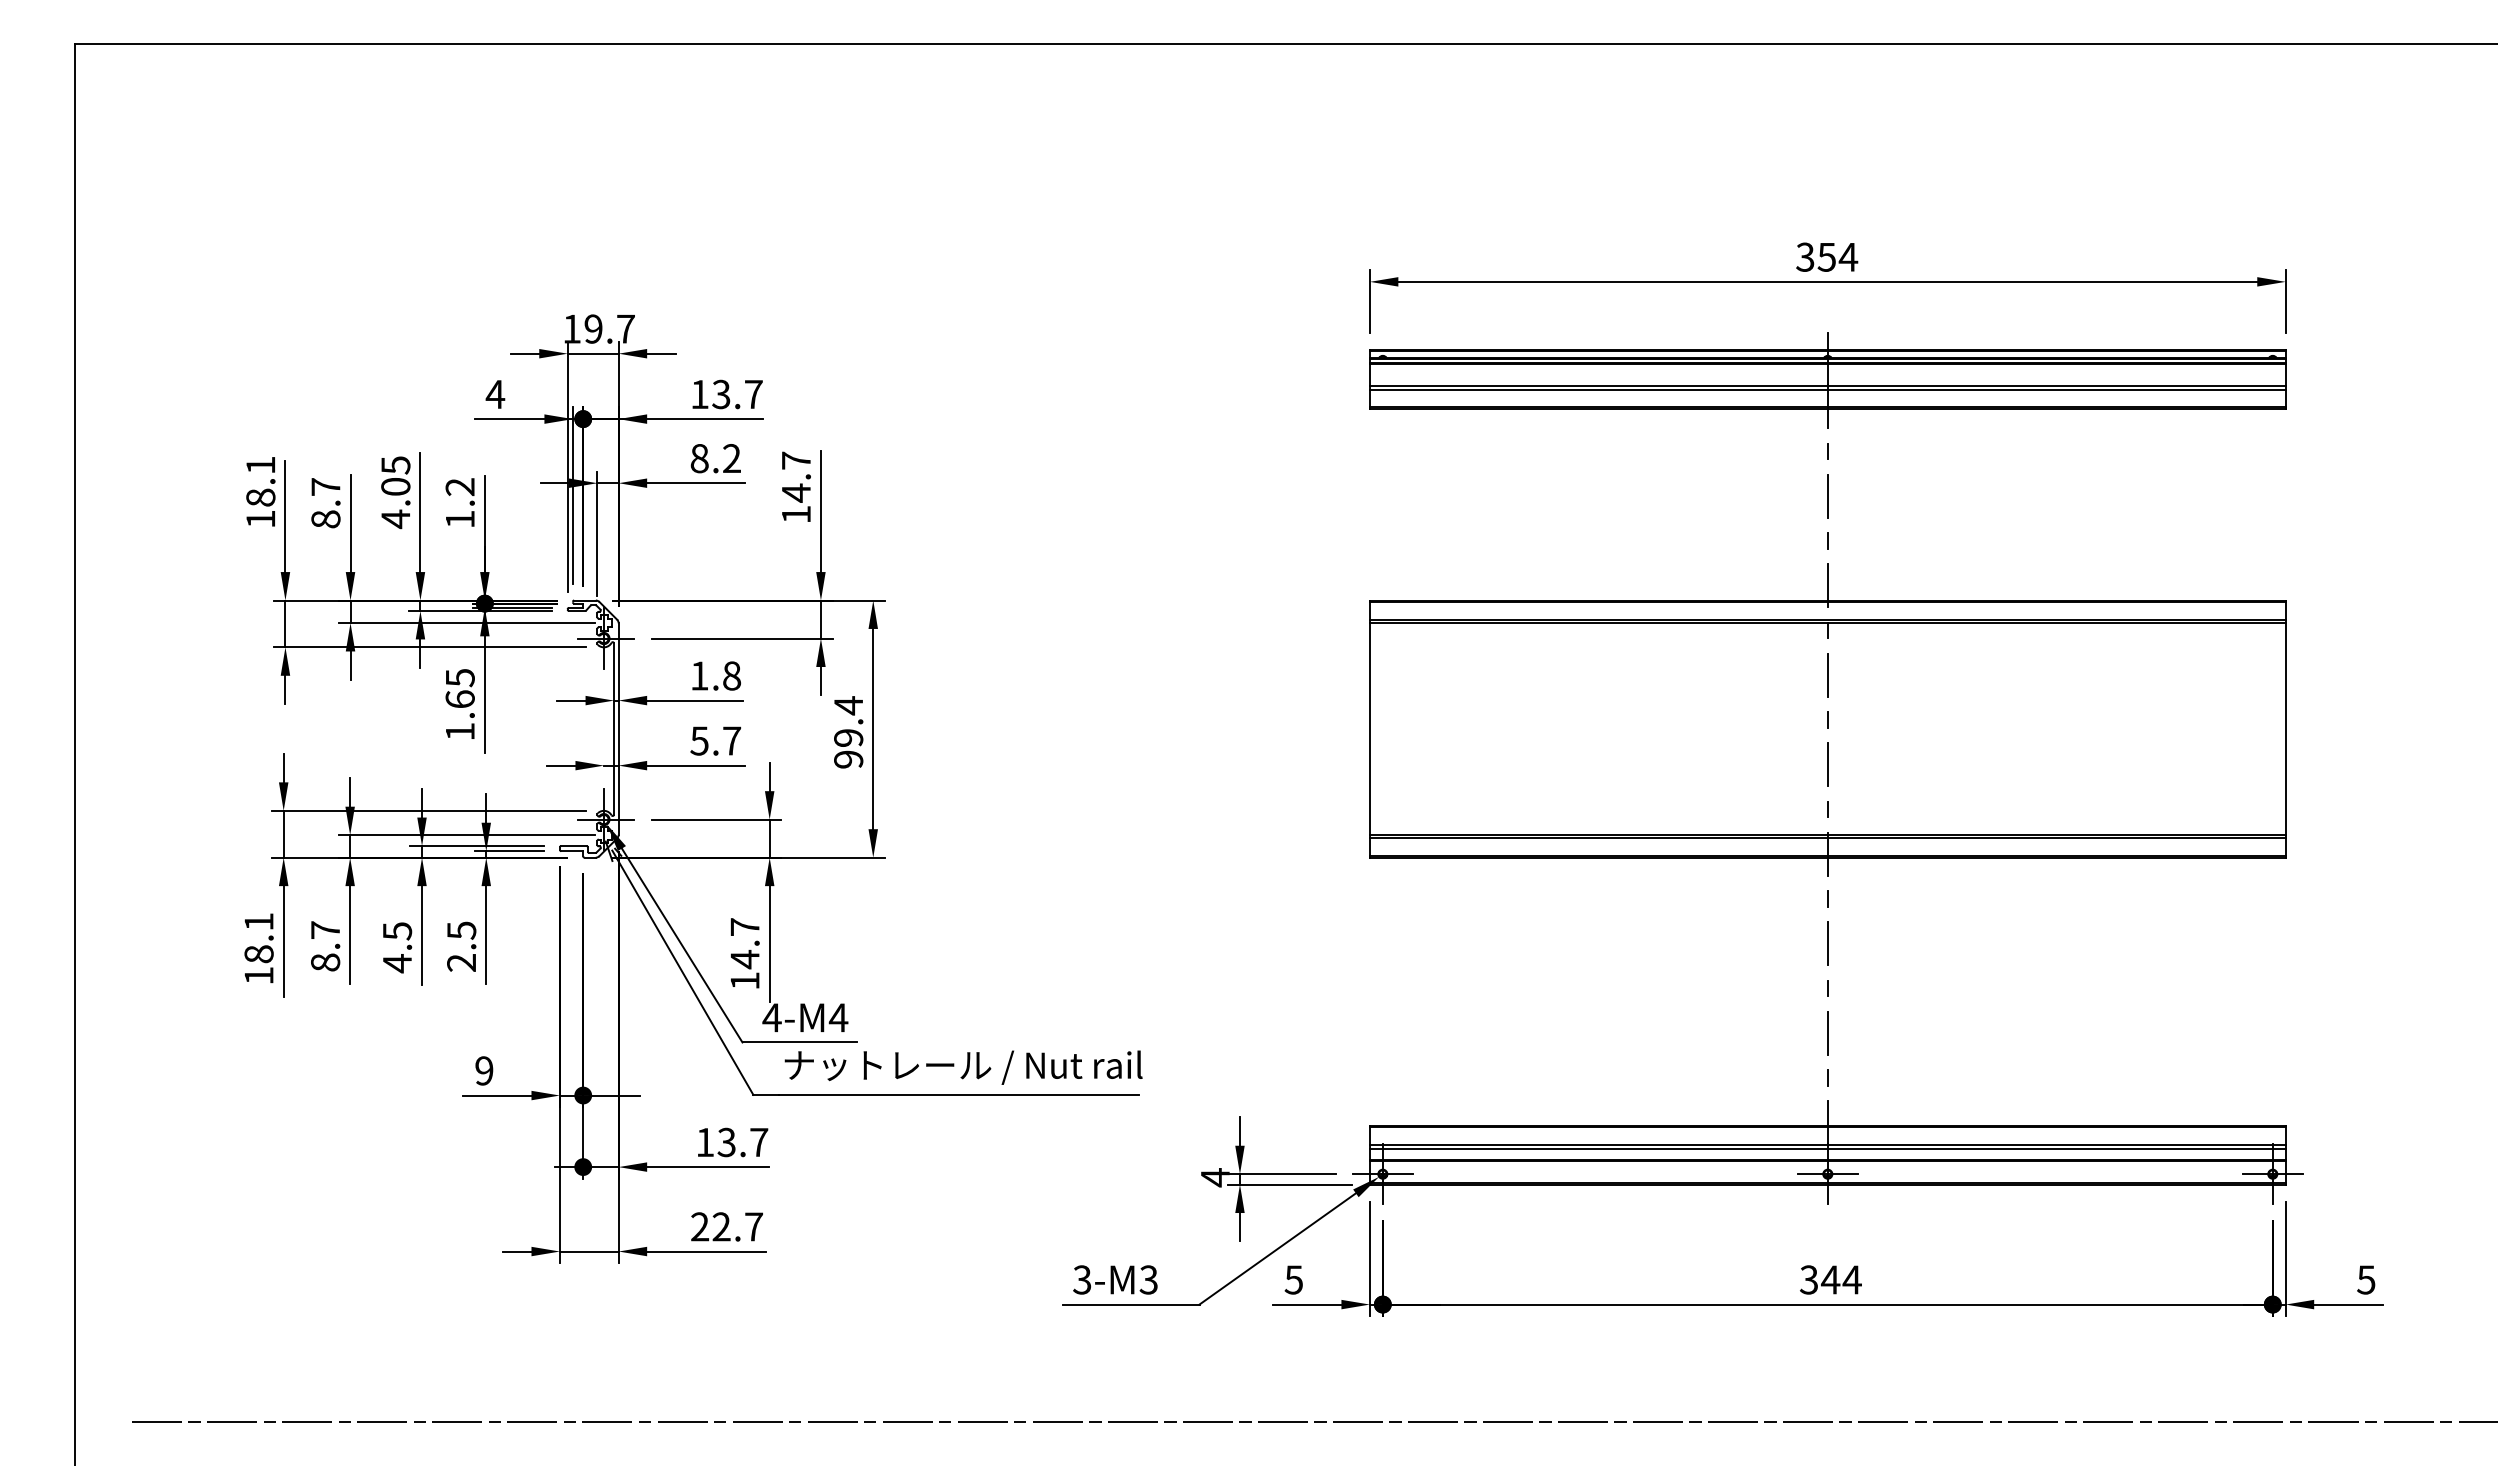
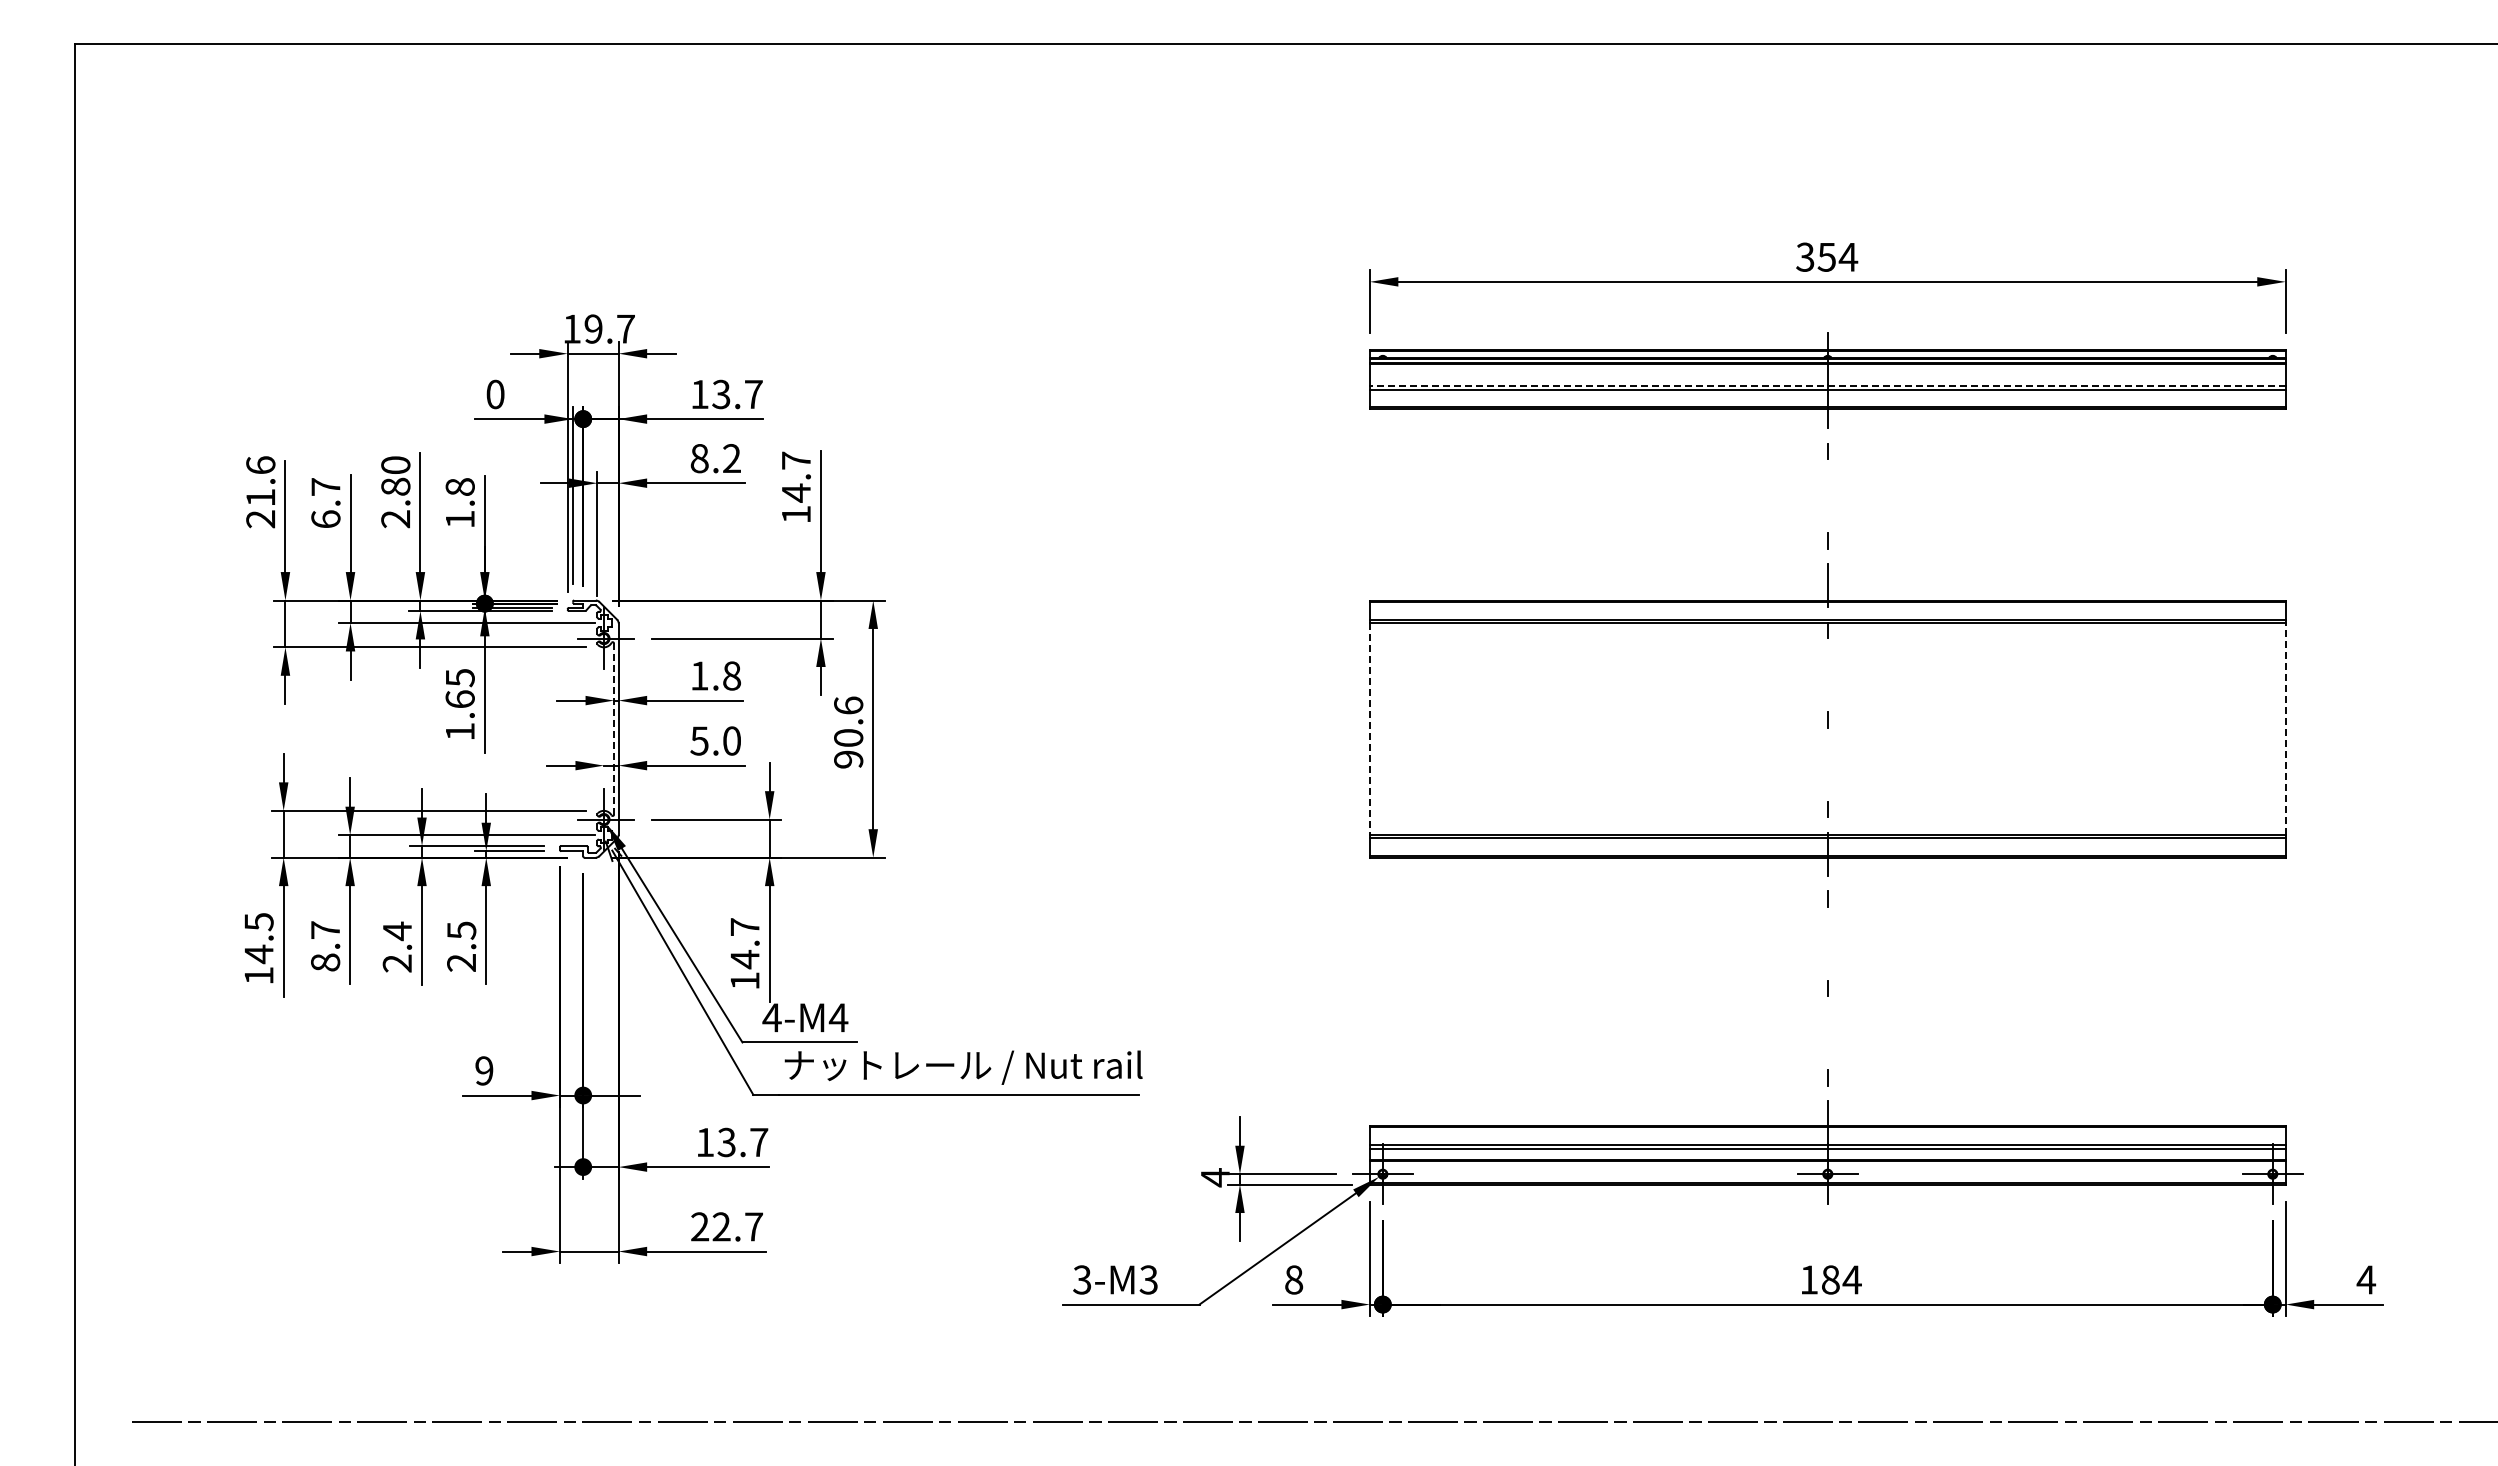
line at (1827, 385): solid -> dashed
text at (495, 394): 4 -> 0
text at (459, 487): 1.2 -> 1.8
text at (260, 492): 18.1 -> 21.6
text at (395, 492): 4.05 -> 2.80
line at (1827, 496): present -> none
text at (325, 519): 8.7 -> 6.7
line at (1827, 674): present -> none
text at (848, 721): 99.4 -> 90.6
line at (614, 729): solid -> dashed
line at (1369, 729): solid -> dashed
line at (2285, 729): solid -> dashed
text at (732, 740): 5.7 -> 5.0
line at (1827, 764): present -> none
text at (258, 938): 18.1 -> 14.5
line at (1827, 943): present -> none
text at (397, 947): 4.5 -> 2.4
line at (1827, 1032): present -> none
text at (1293, 1279): 5 -> 8
text at (1820, 1279): 344 -> 184
text at (2366, 1279): 5 -> 4
